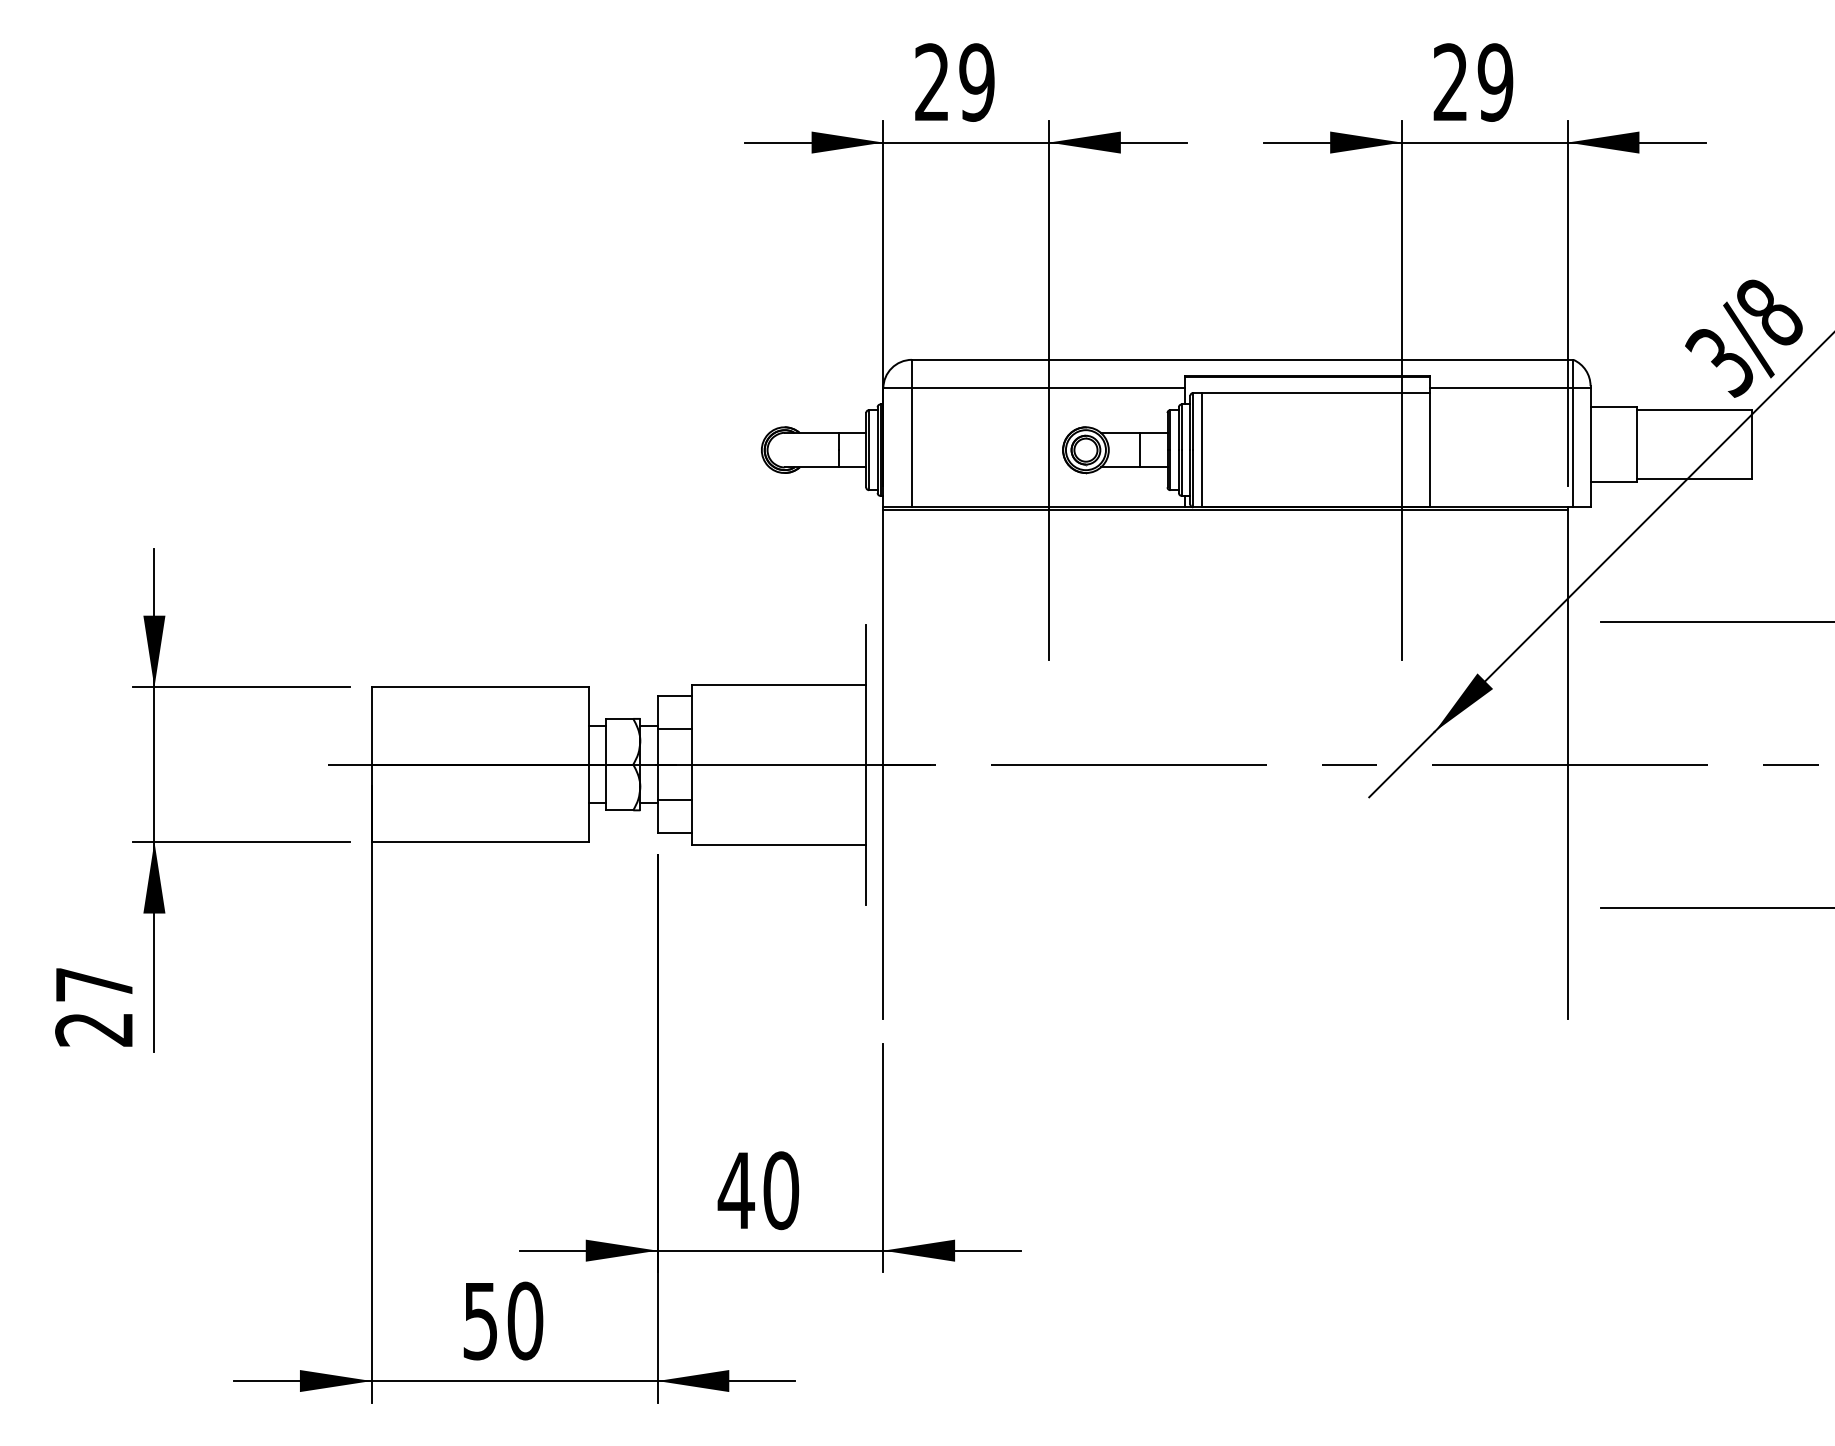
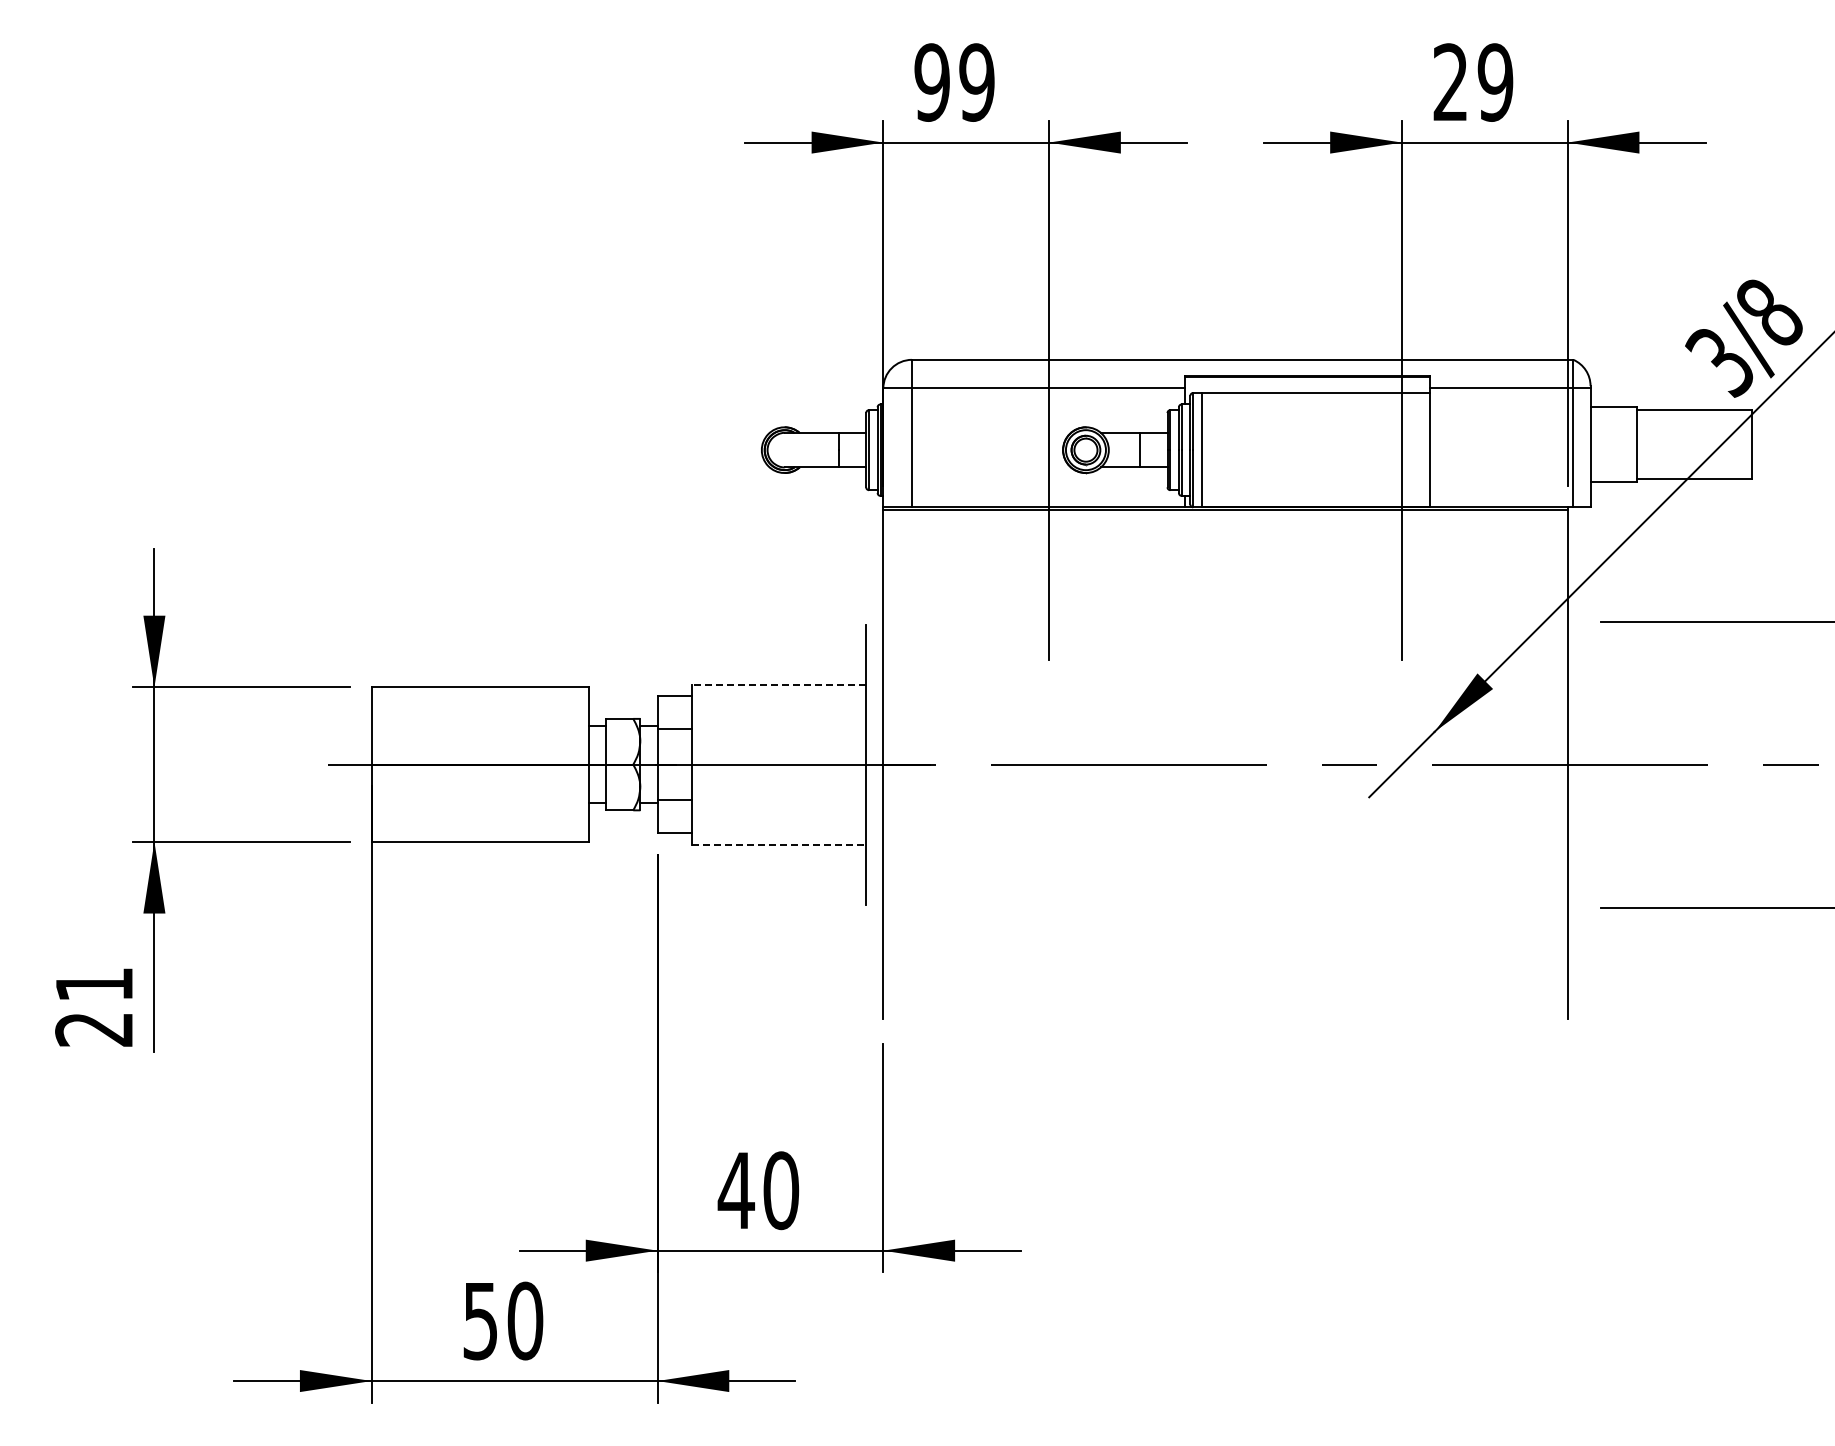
text at (931, 82): 29 -> 99
line at (778, 684): solid -> dashed
line at (779, 844): solid -> dashed
text at (94, 984): 27 -> 21
